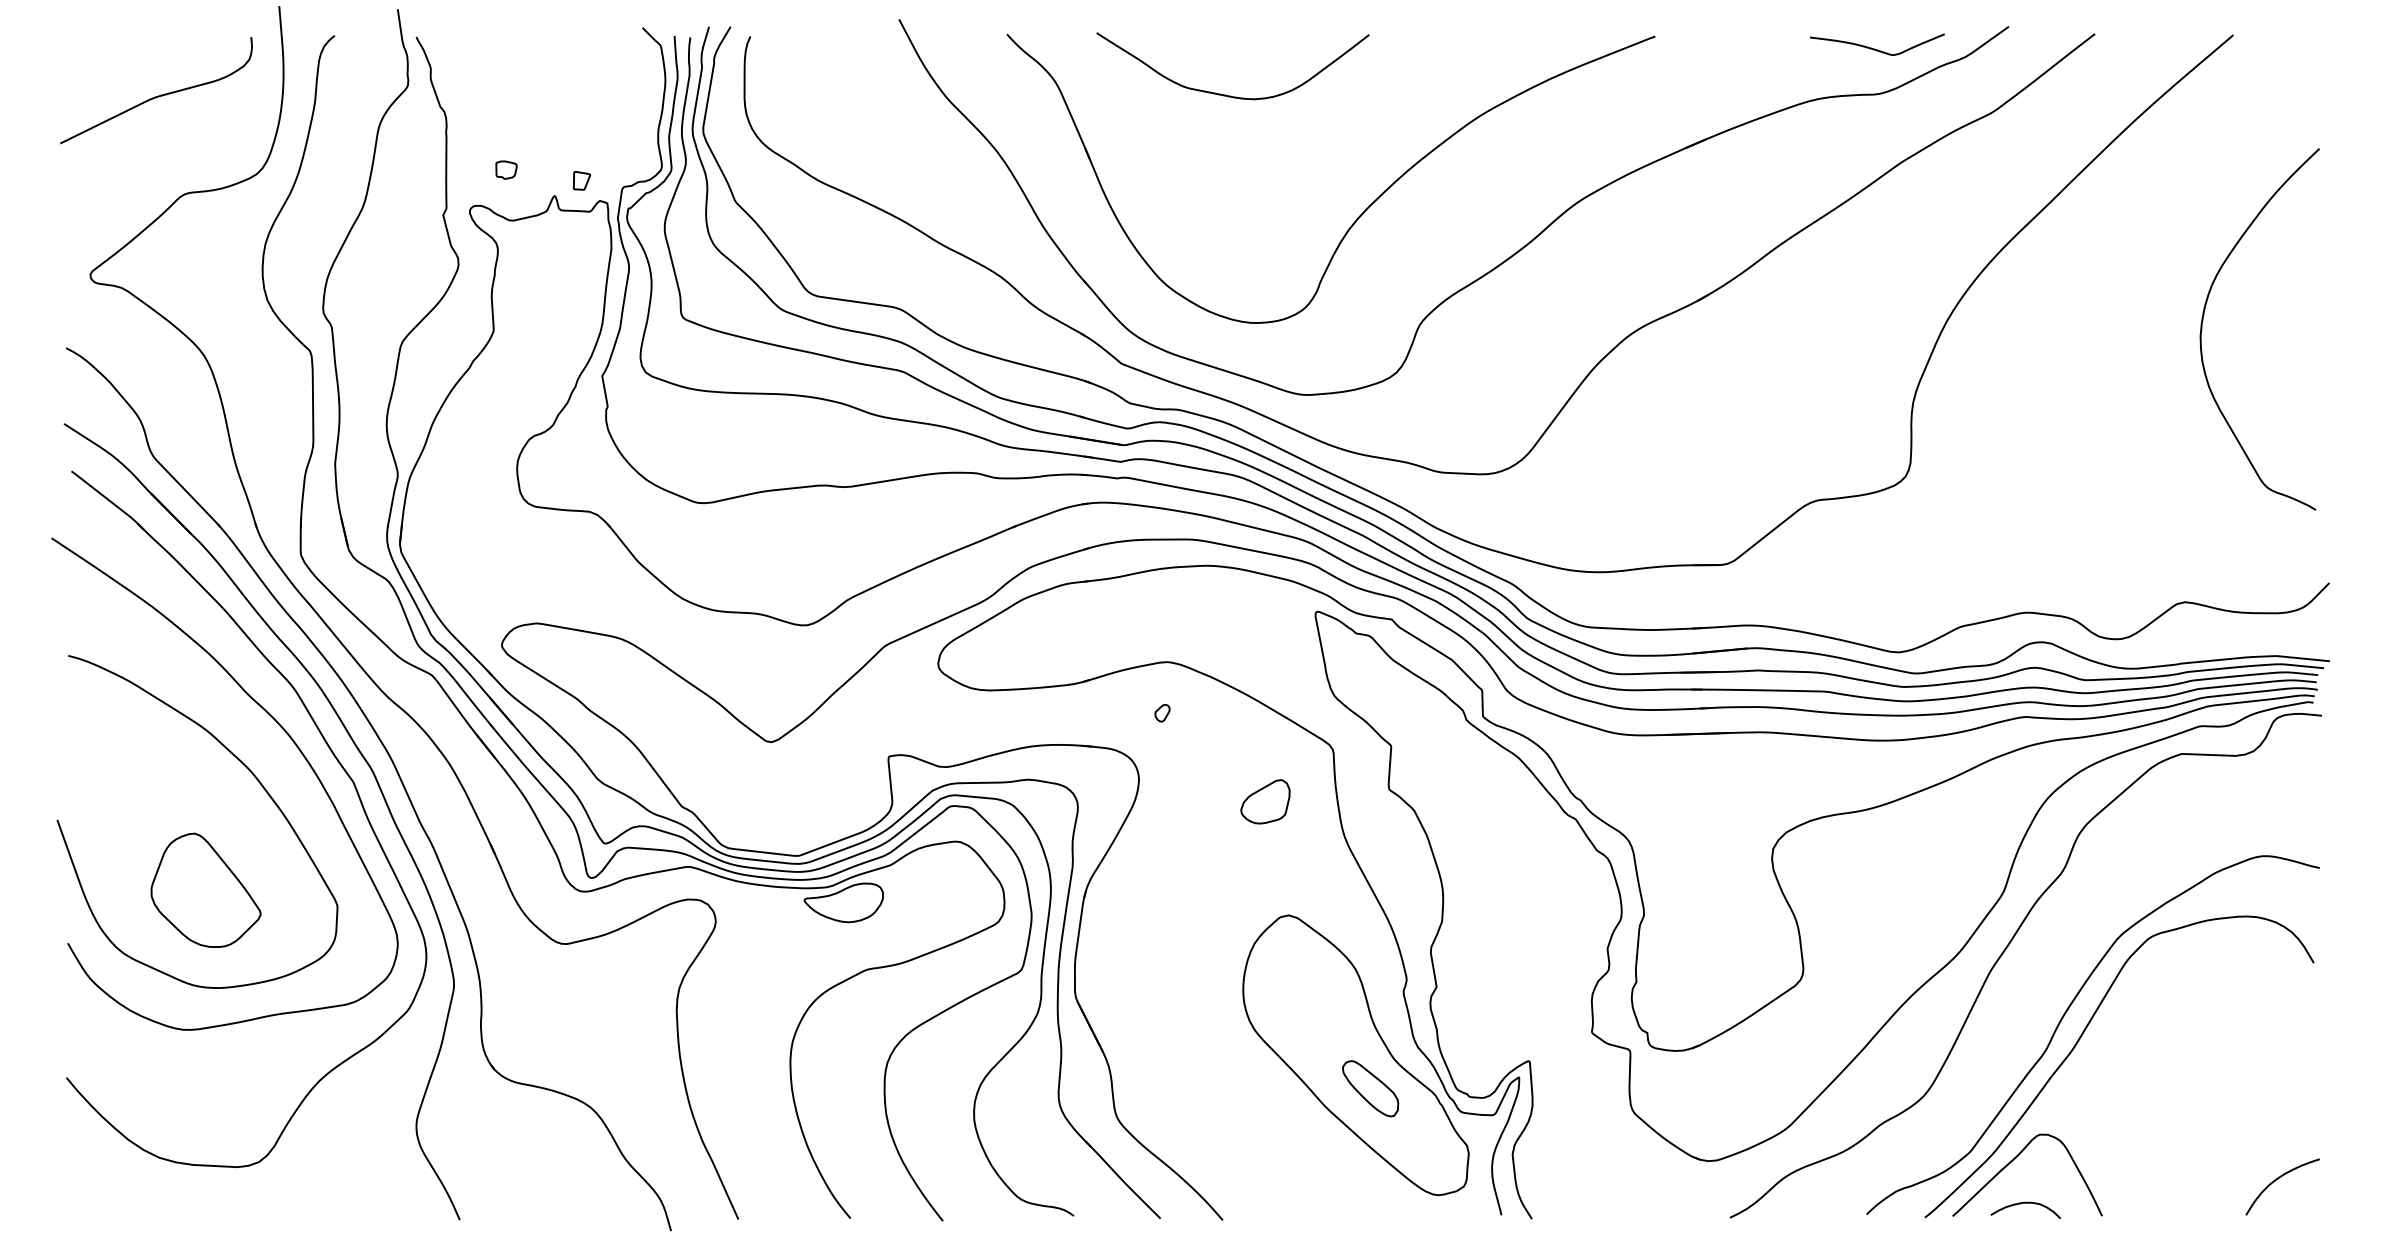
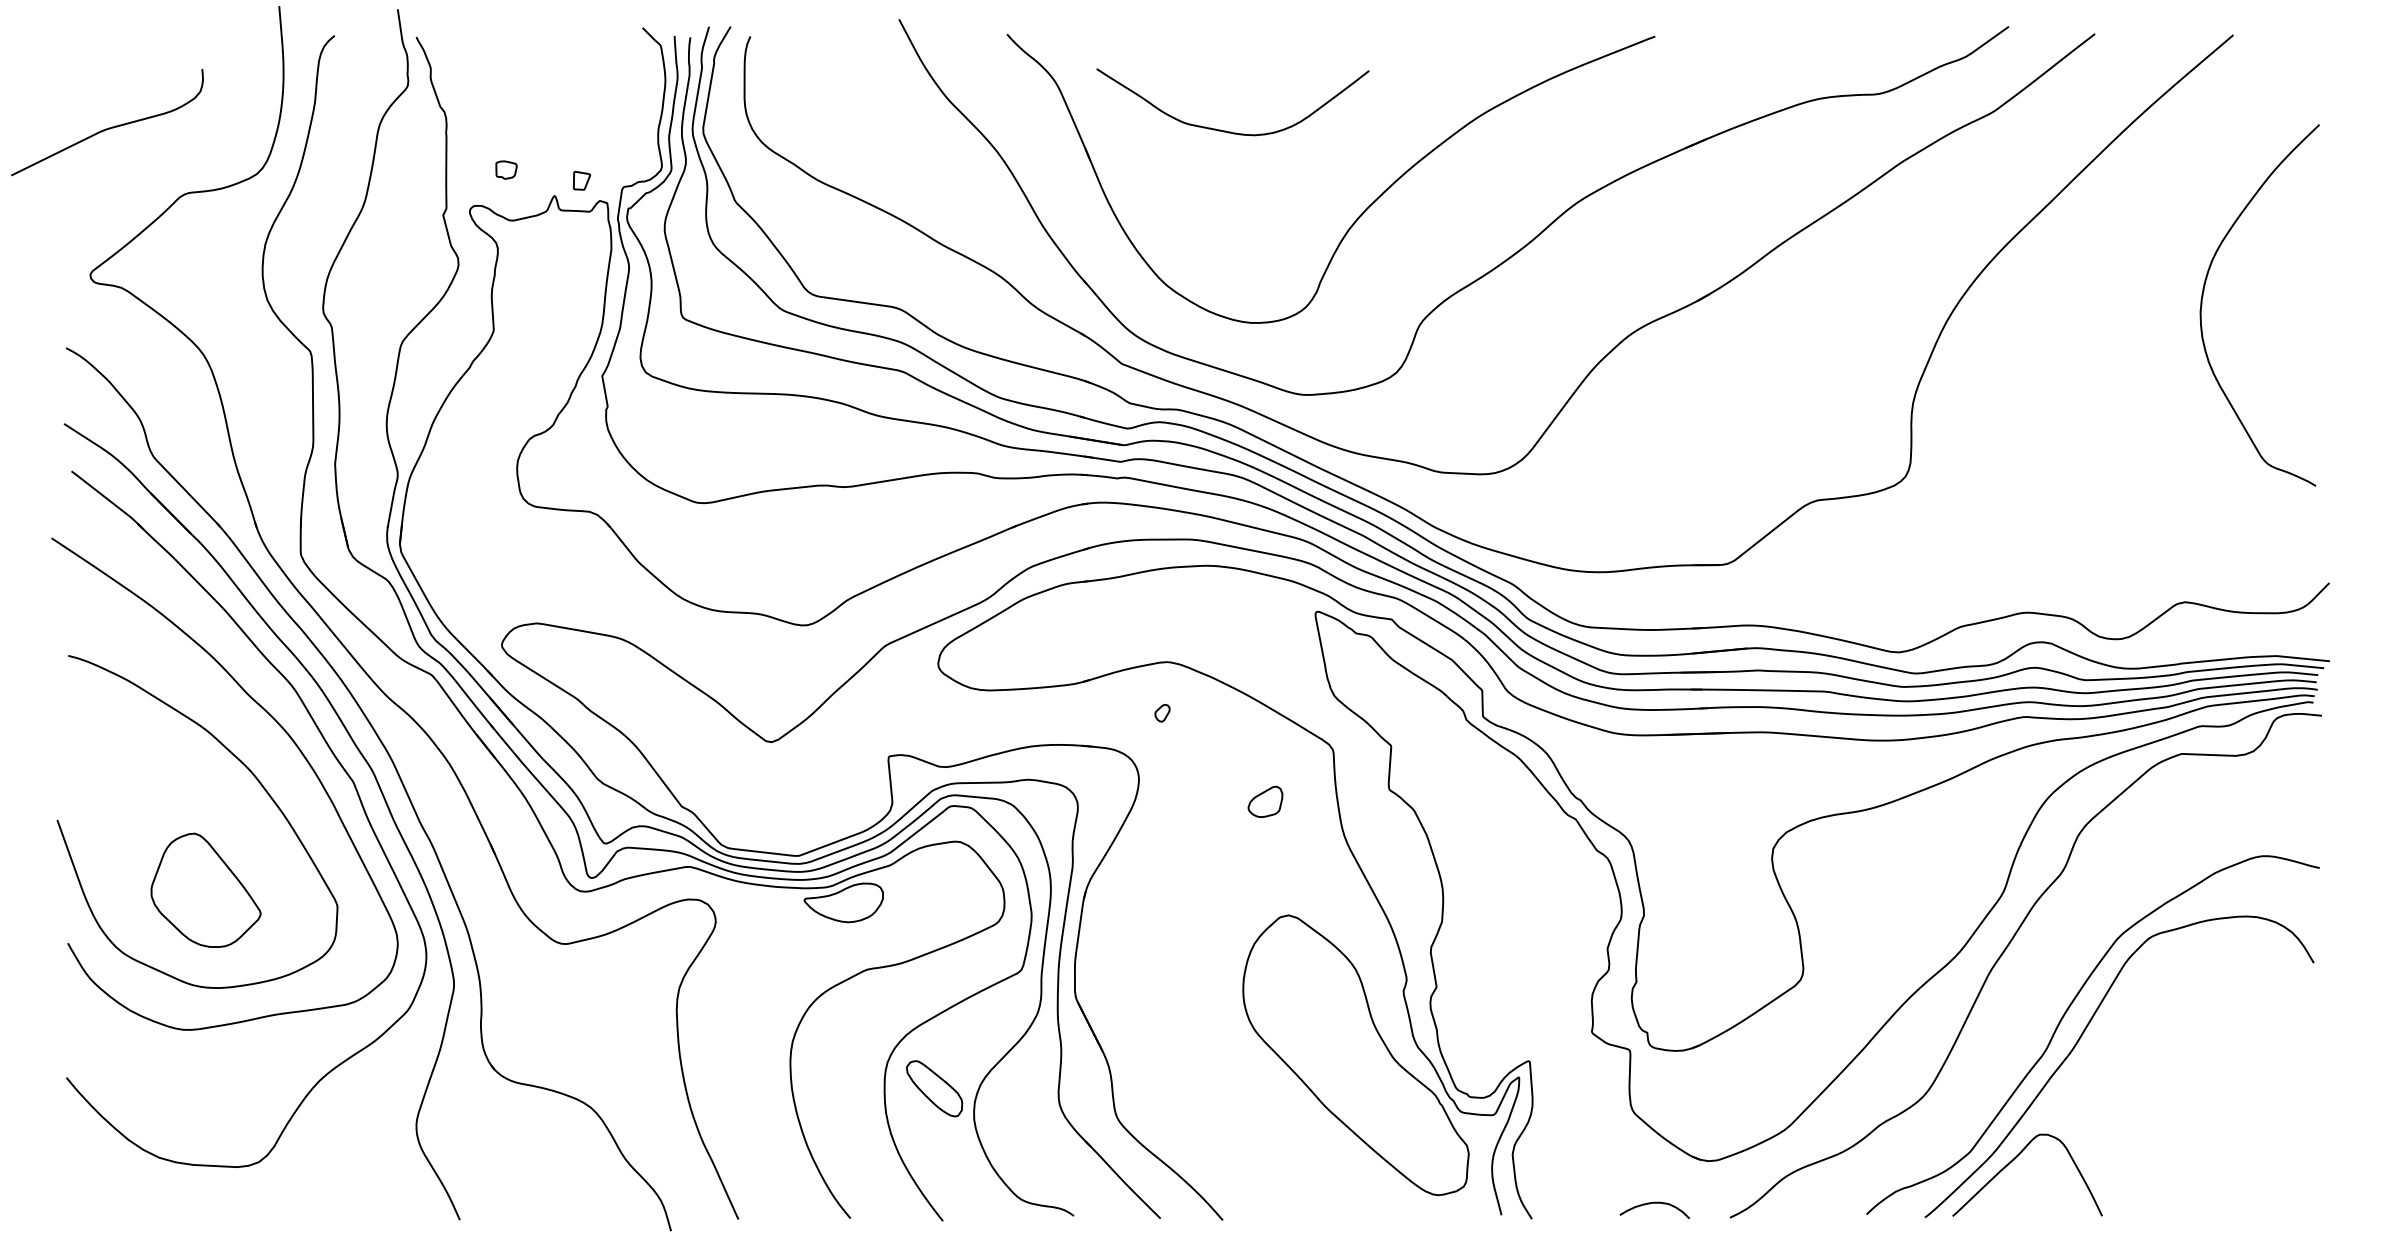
curve at (1874, 48): present -> none
curve at (1225, 94) position: (1225, 94) -> (1225, 130)
curve at (157, 95) position: (157, 95) -> (108, 127)
curve at (2203, 320) position: (2203, 320) -> (2203, 296)
part at (1265, 801) size: 51x46 px -> 37x33 px
part at (1370, 1088) position: (1370, 1088) -> (934, 1088)
curve at (2278, 1179): present -> none
curve at (2025, 1203) position: (2025, 1203) -> (1654, 1203)
